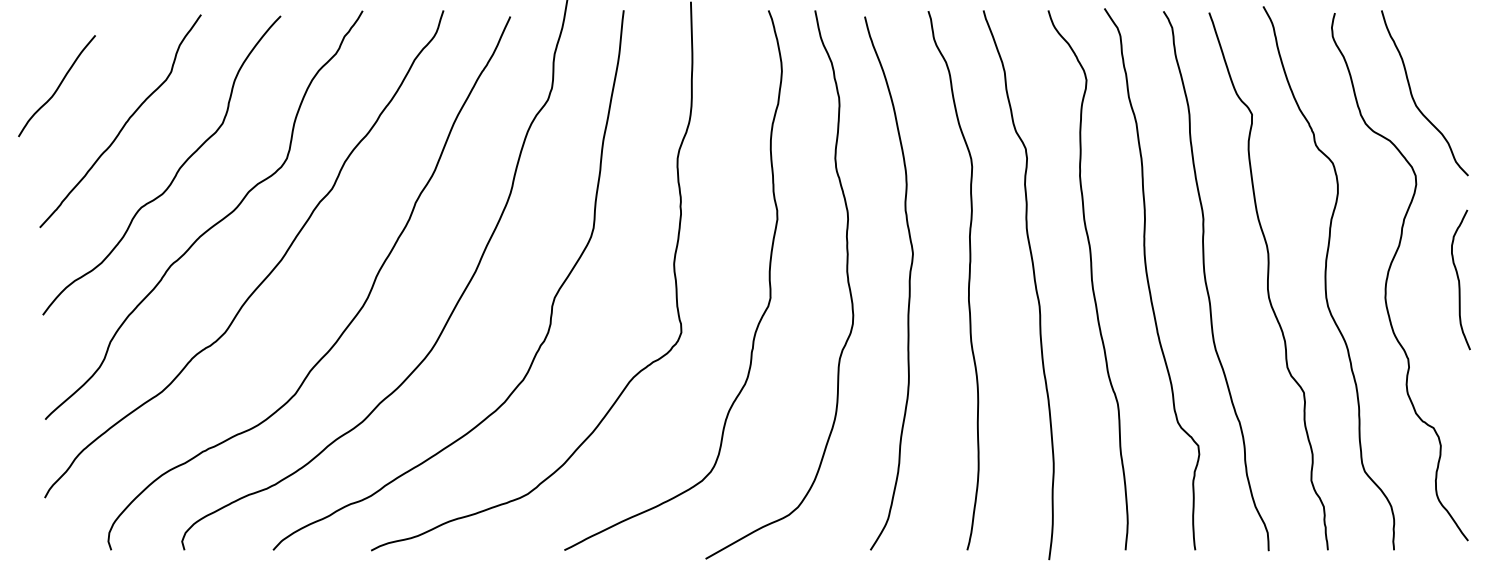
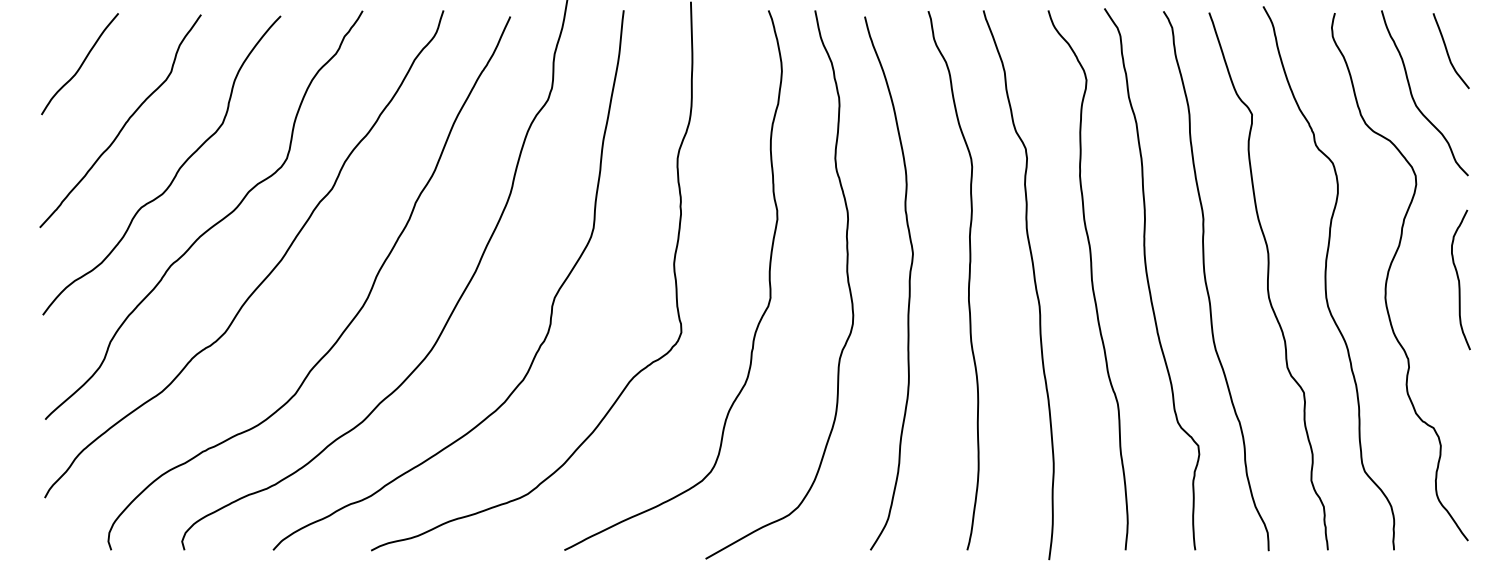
curve at (1448, 52): none -> present
curve at (57, 86) position: (57, 86) -> (80, 64)
